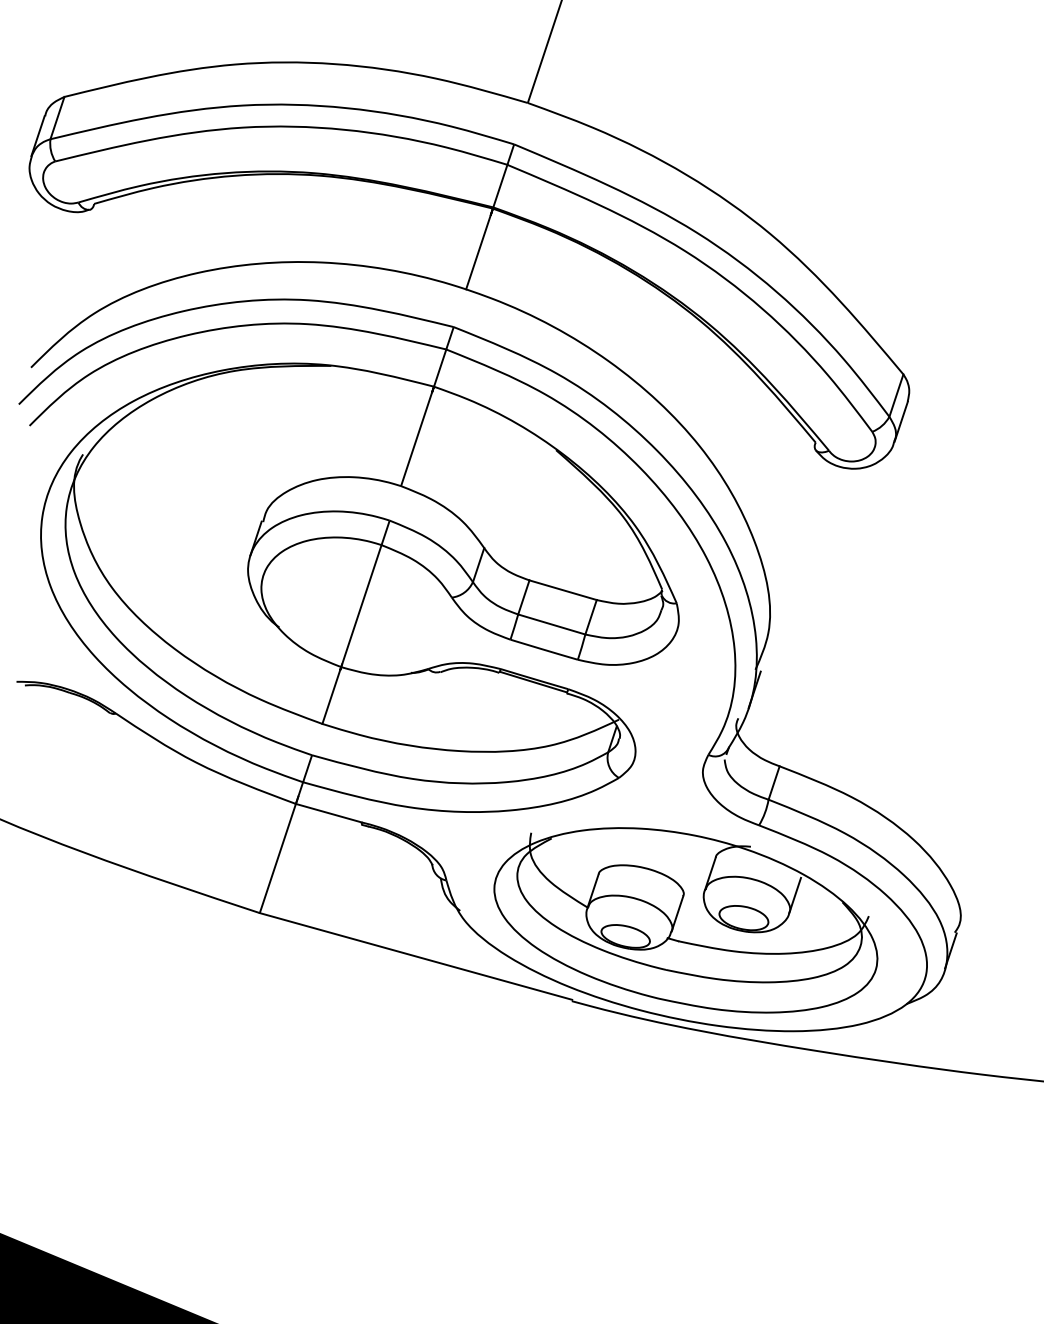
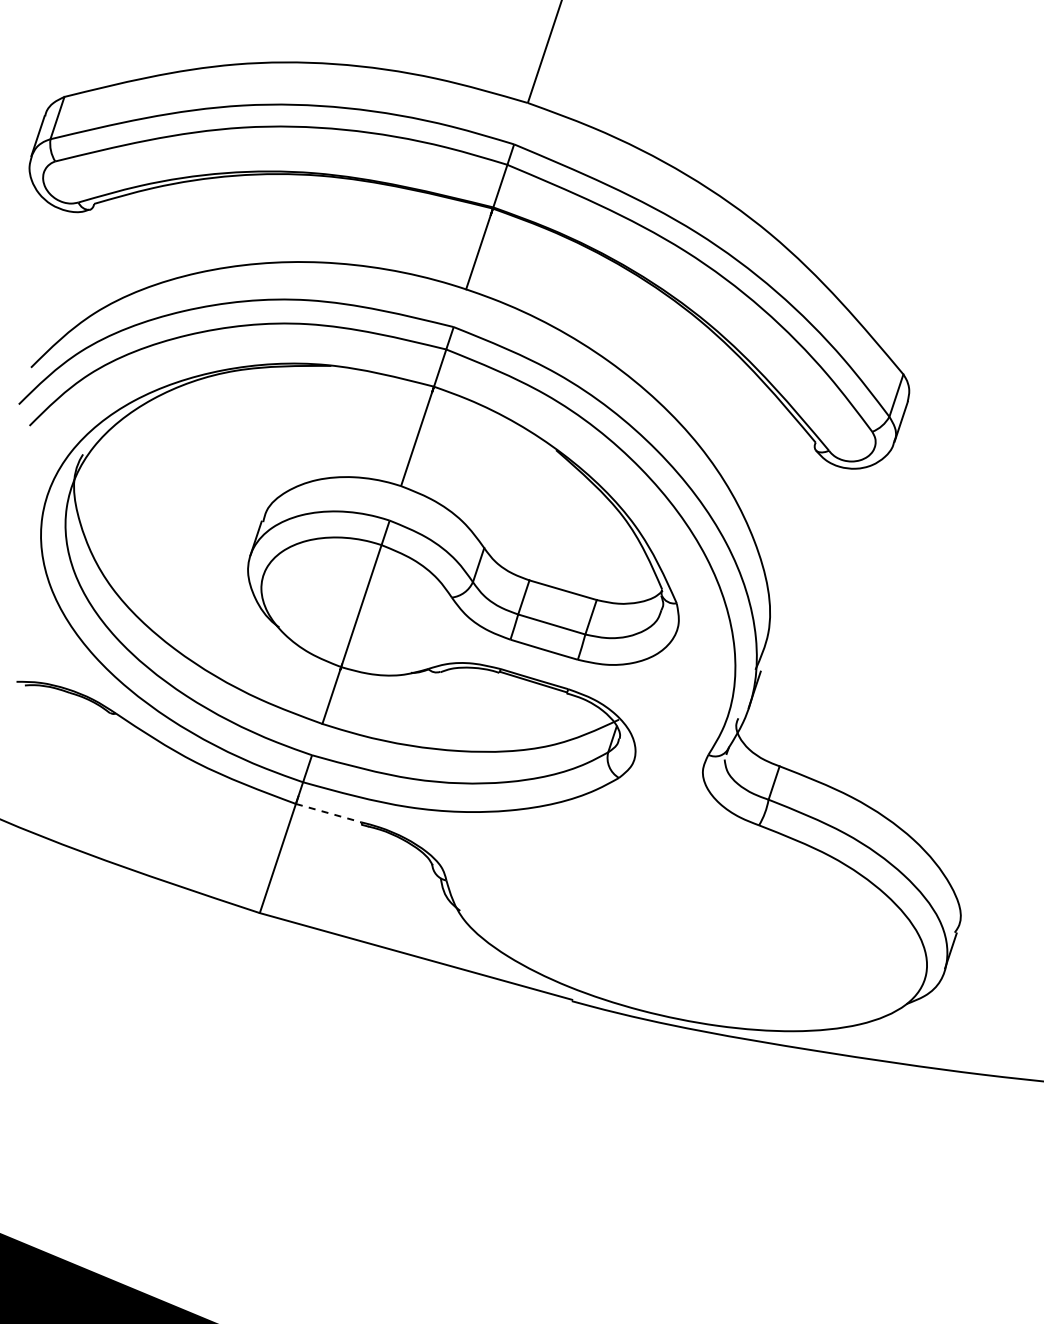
line at (329, 813): solid -> dashed
part at (685, 920): present -> none
